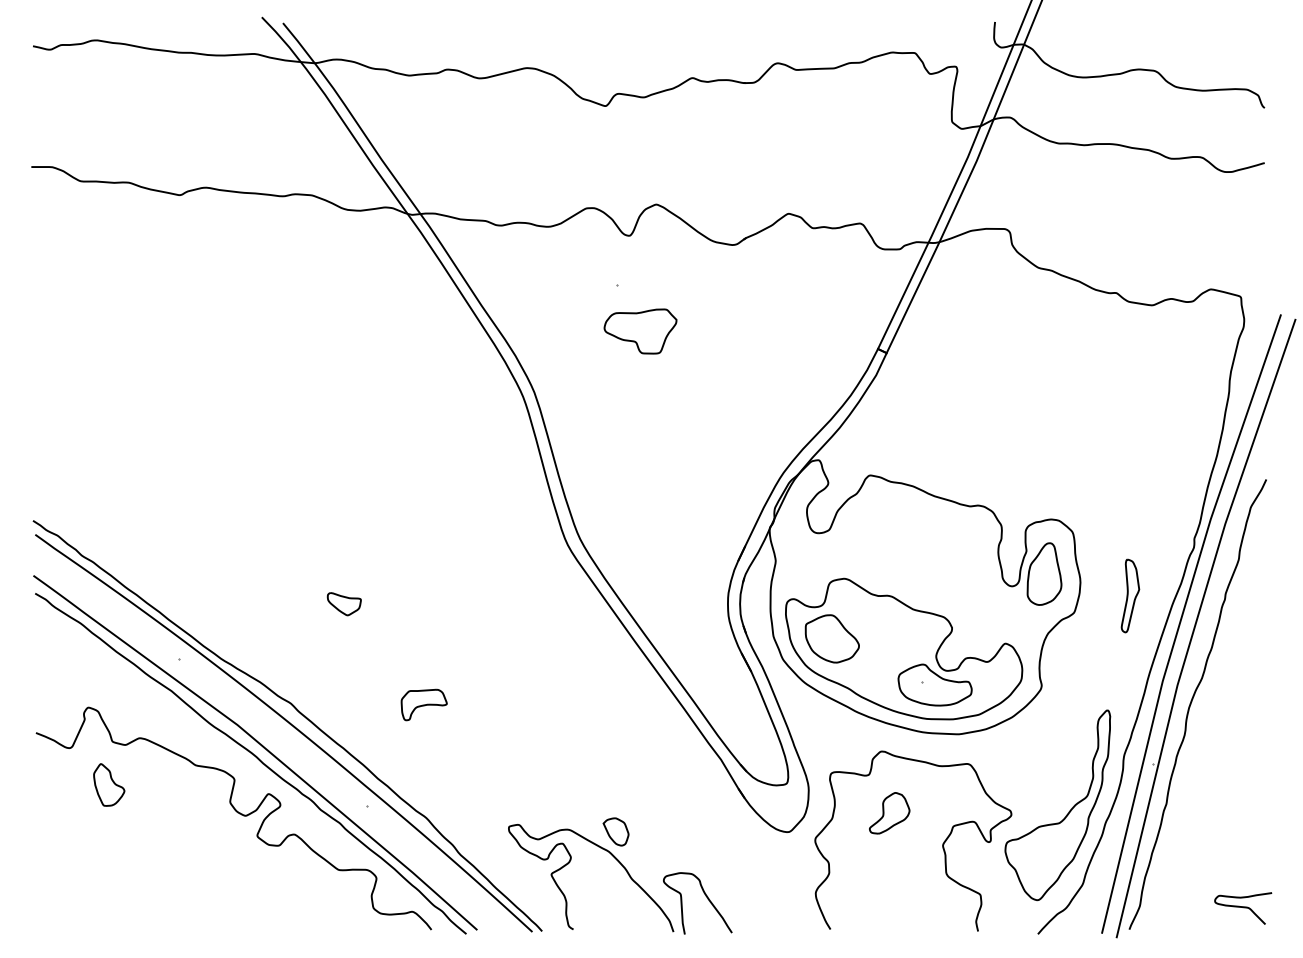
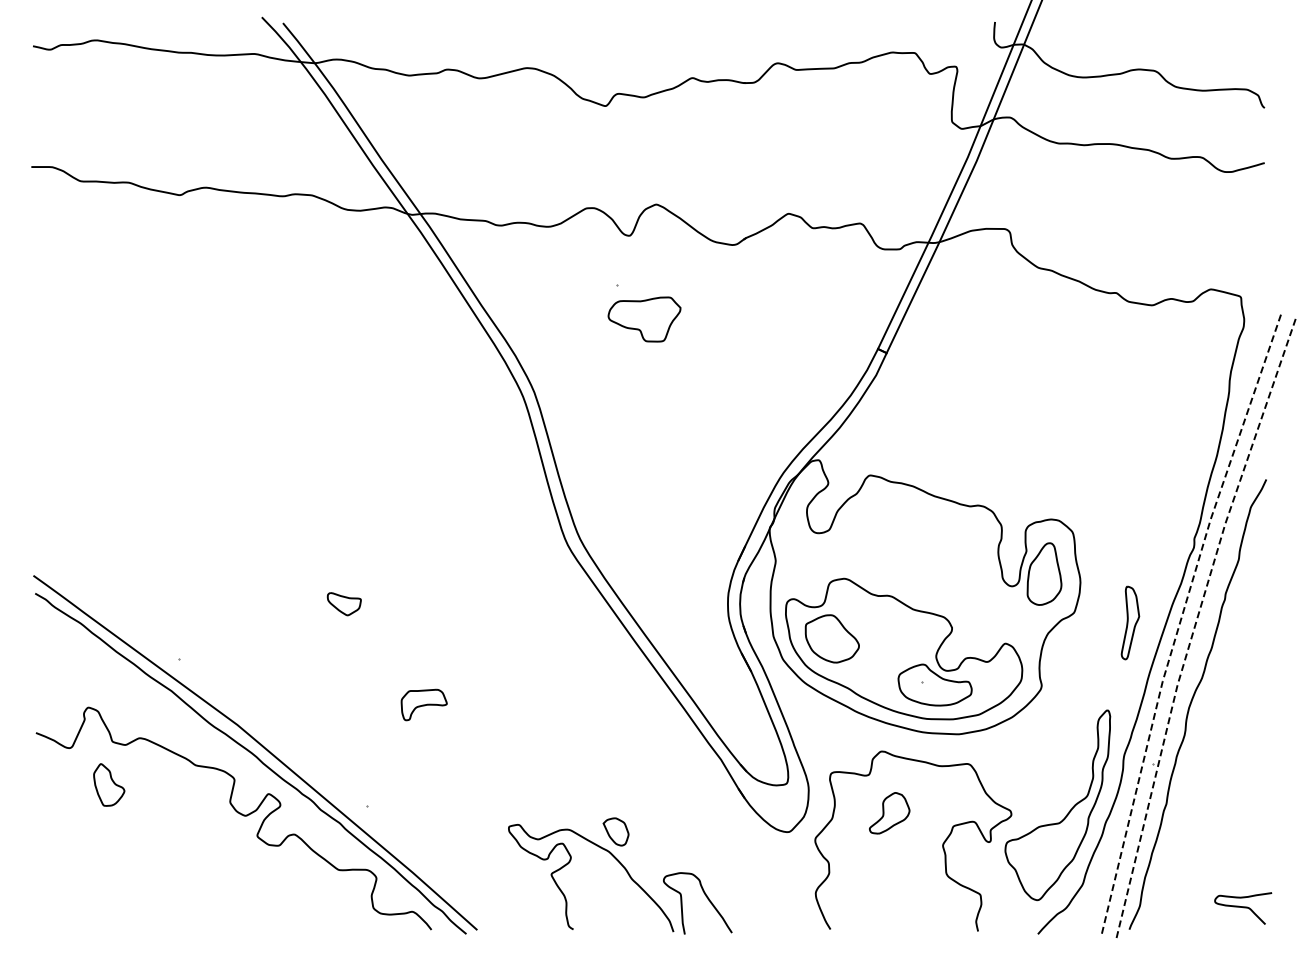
part at (640, 331) position: (640, 331) -> (644, 319)
part at (1130, 595) position: (1130, 595) -> (1130, 622)
line at (1180, 620): solid -> dashed
line at (1195, 626): solid -> dashed
part at (287, 726): present -> none
